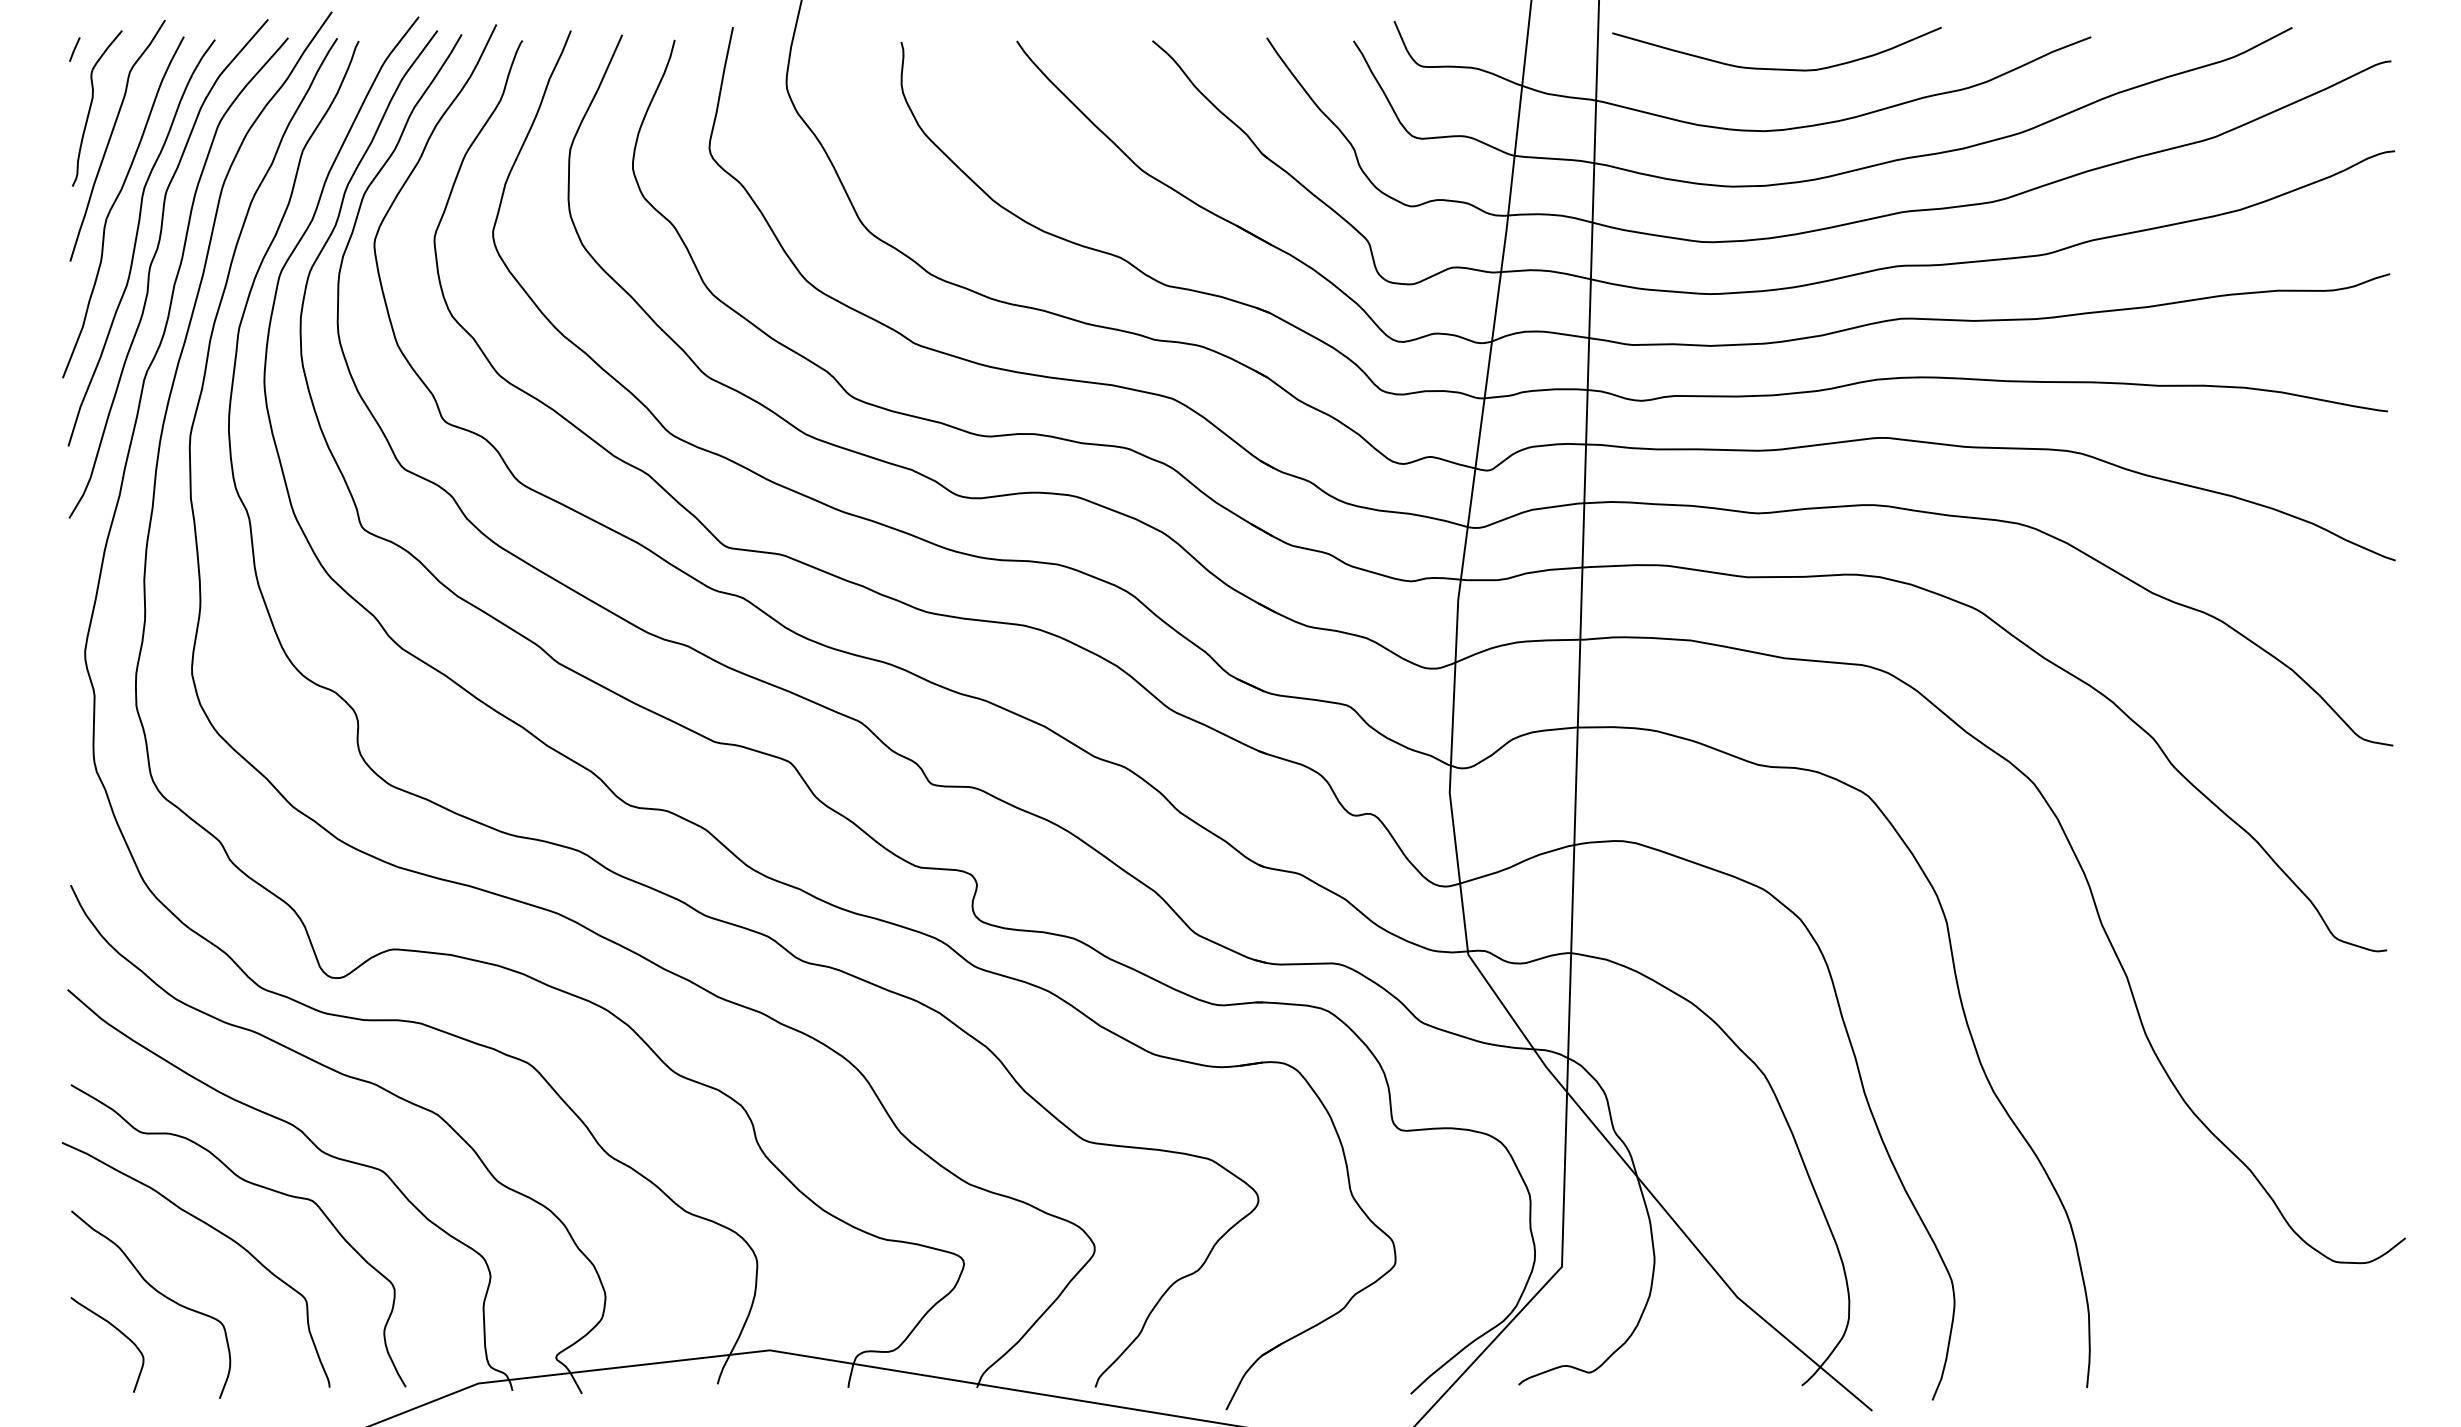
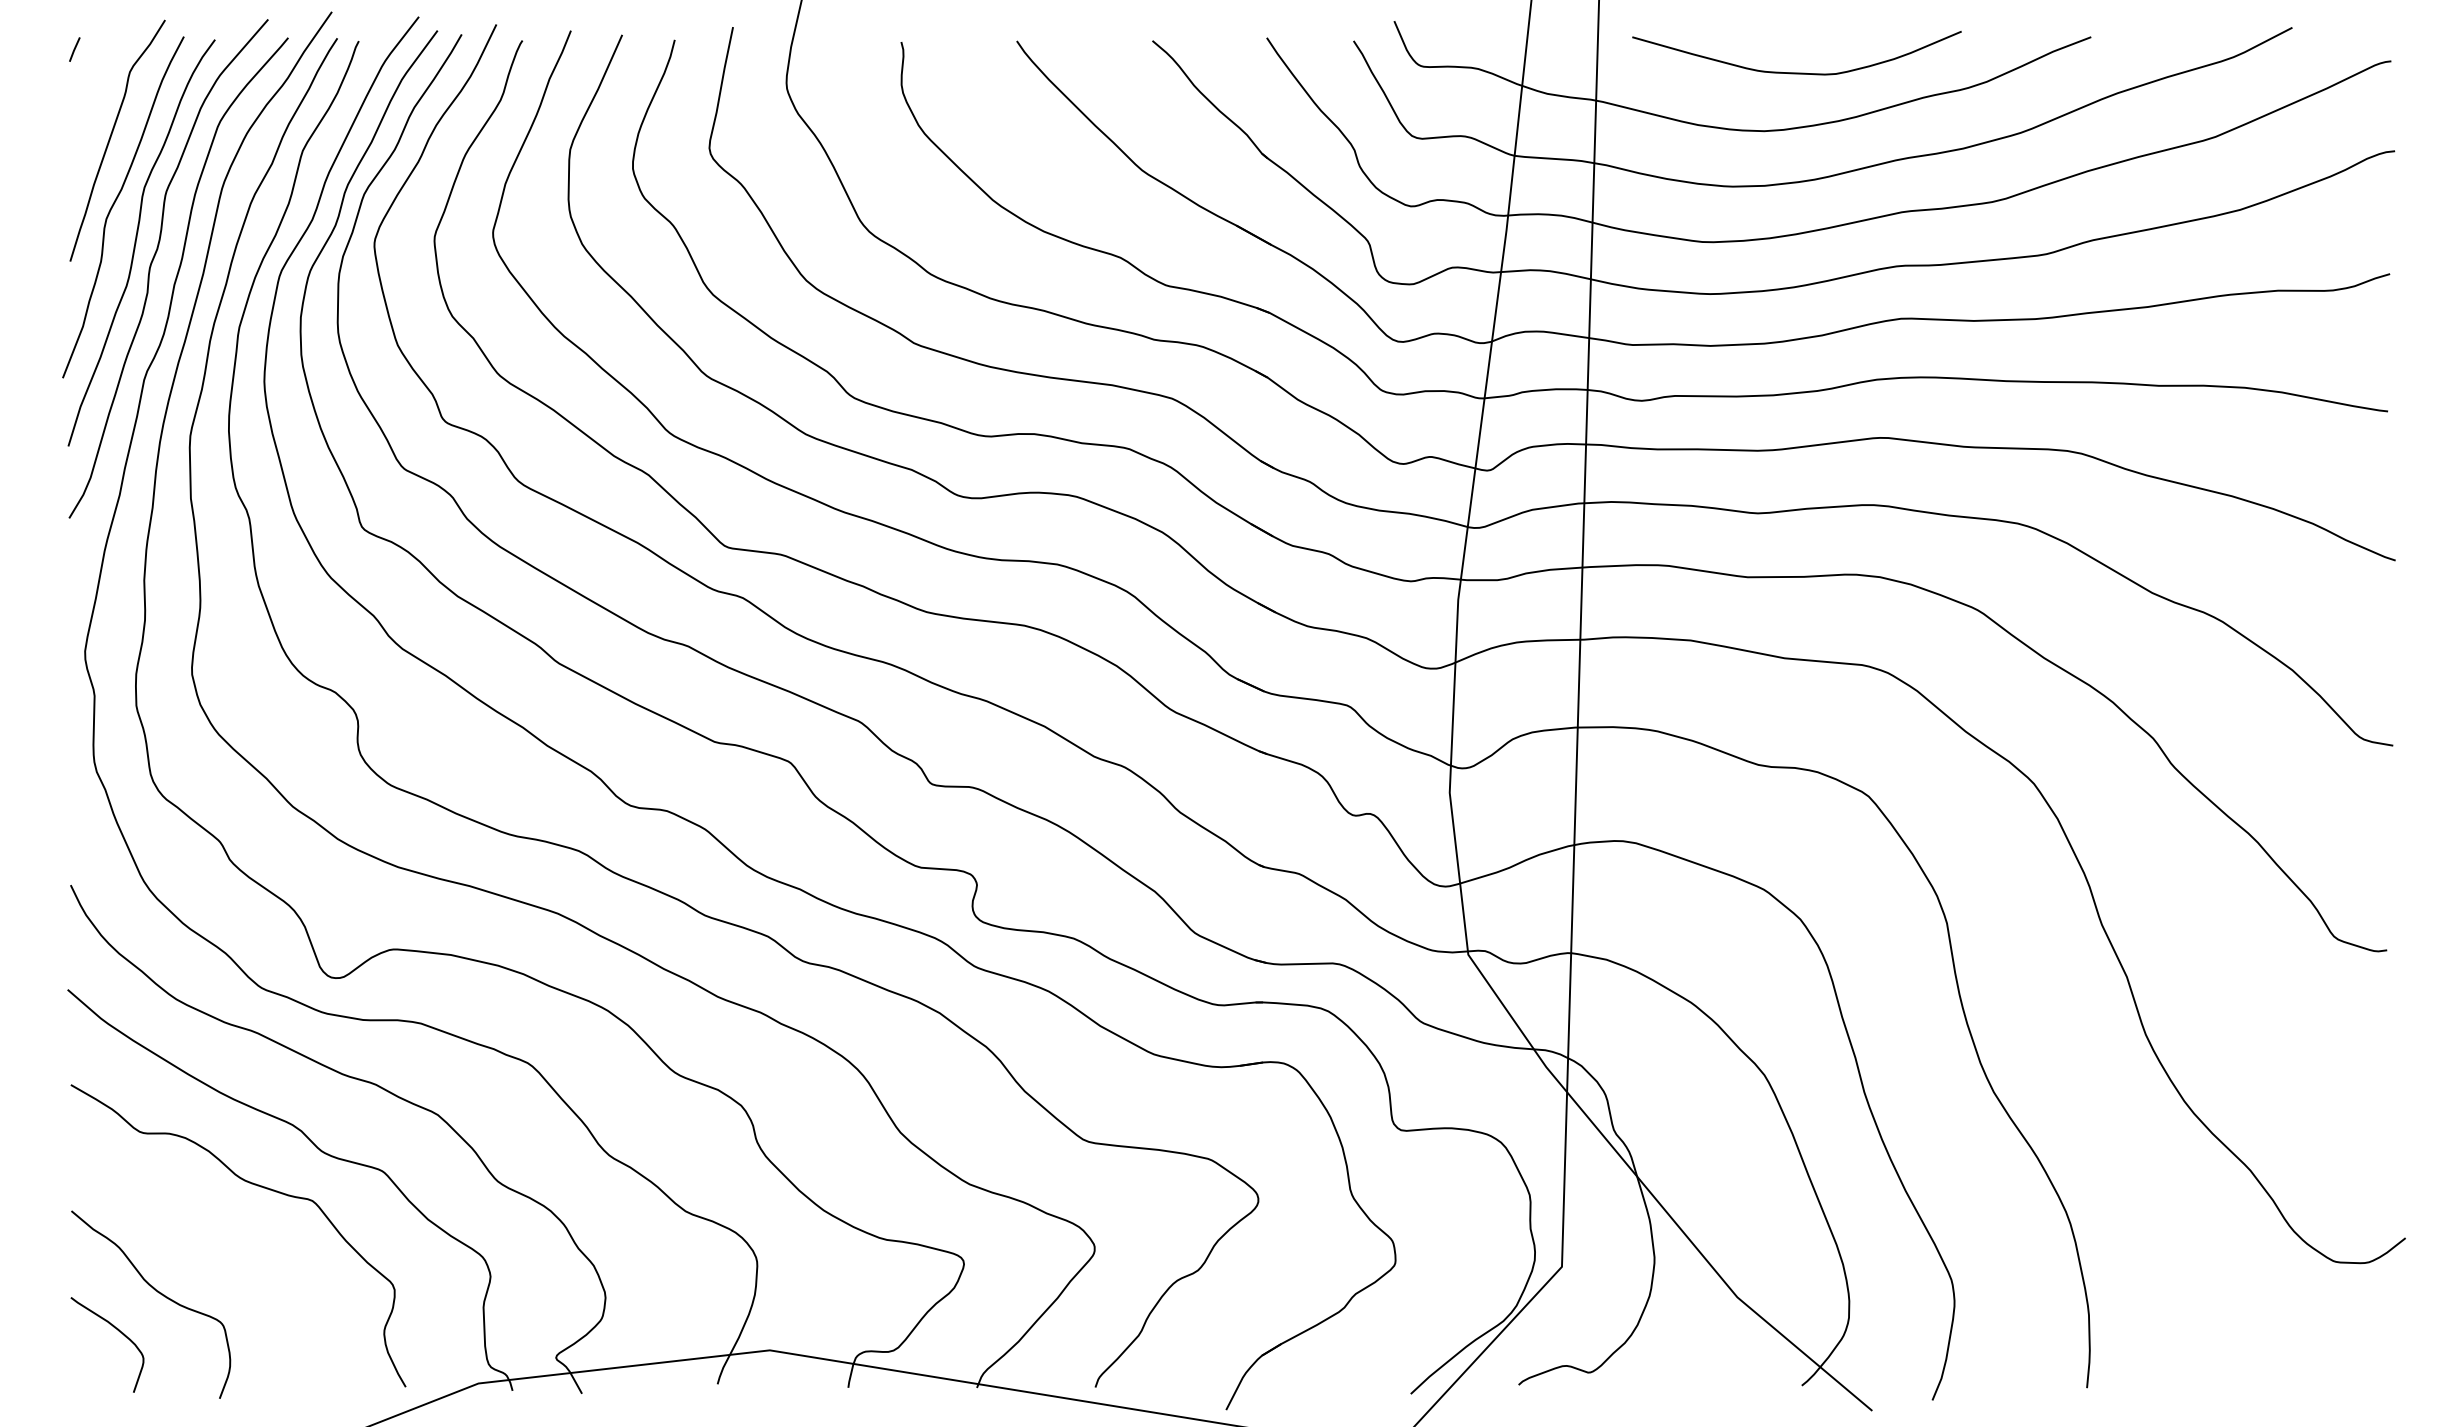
curve at (1776, 68) position: (1776, 68) -> (1796, 72)
curve at (91, 107): present -> none
curve at (213, 1229): present -> none
